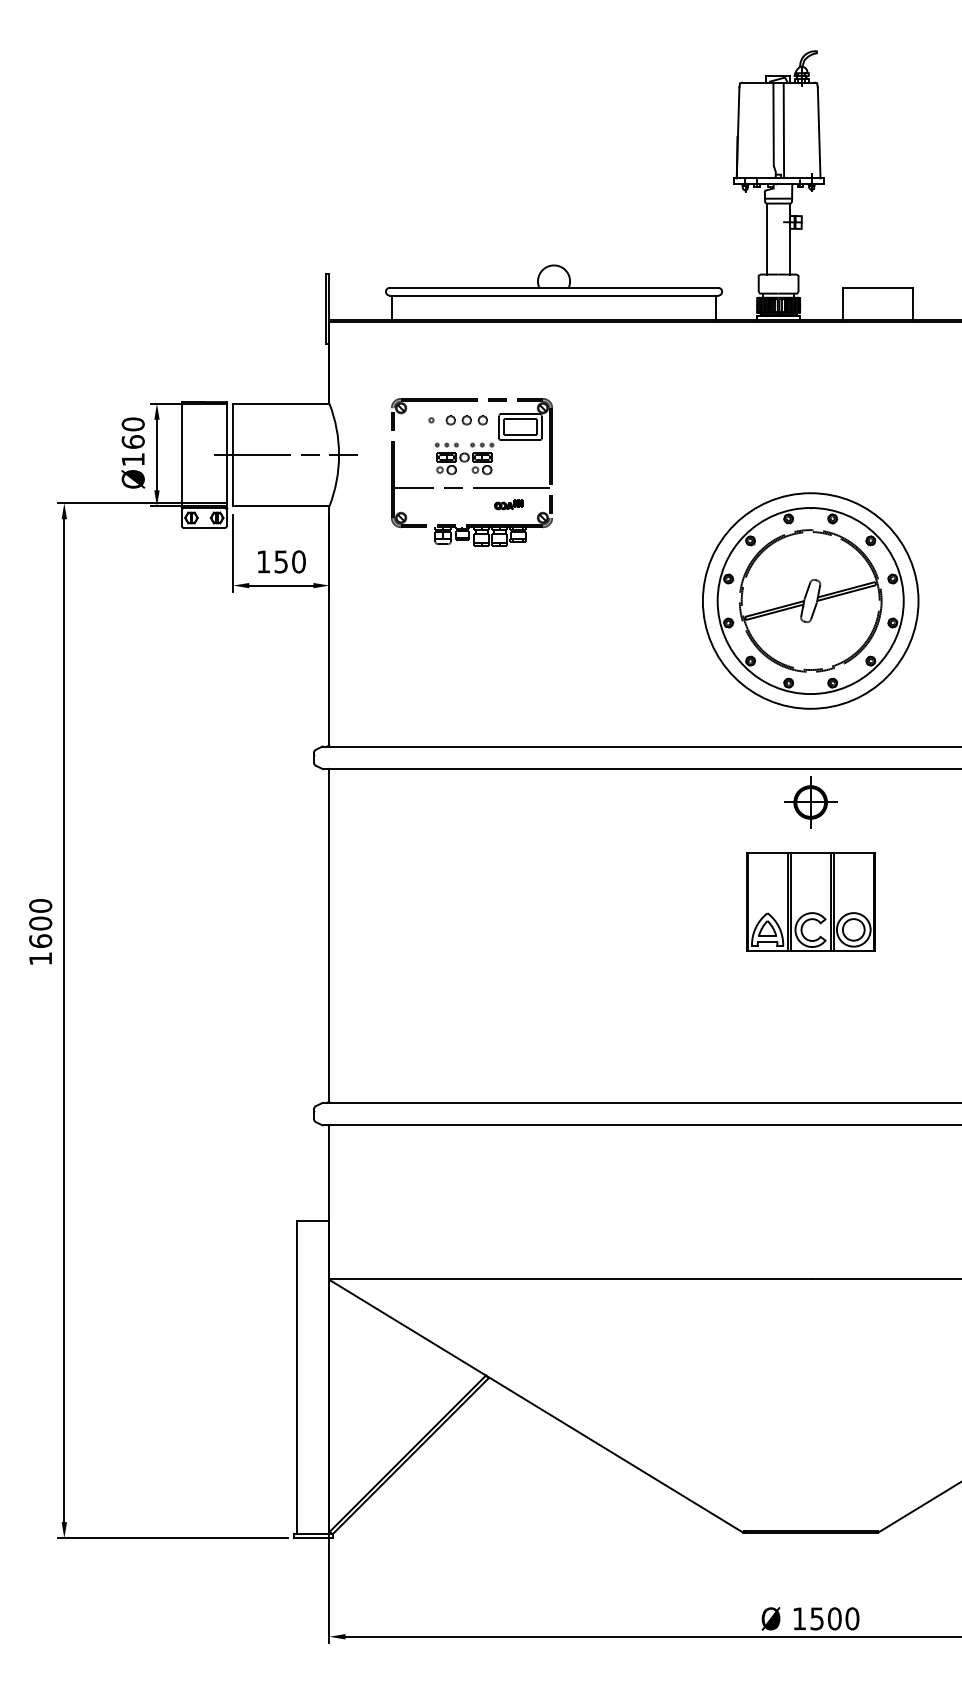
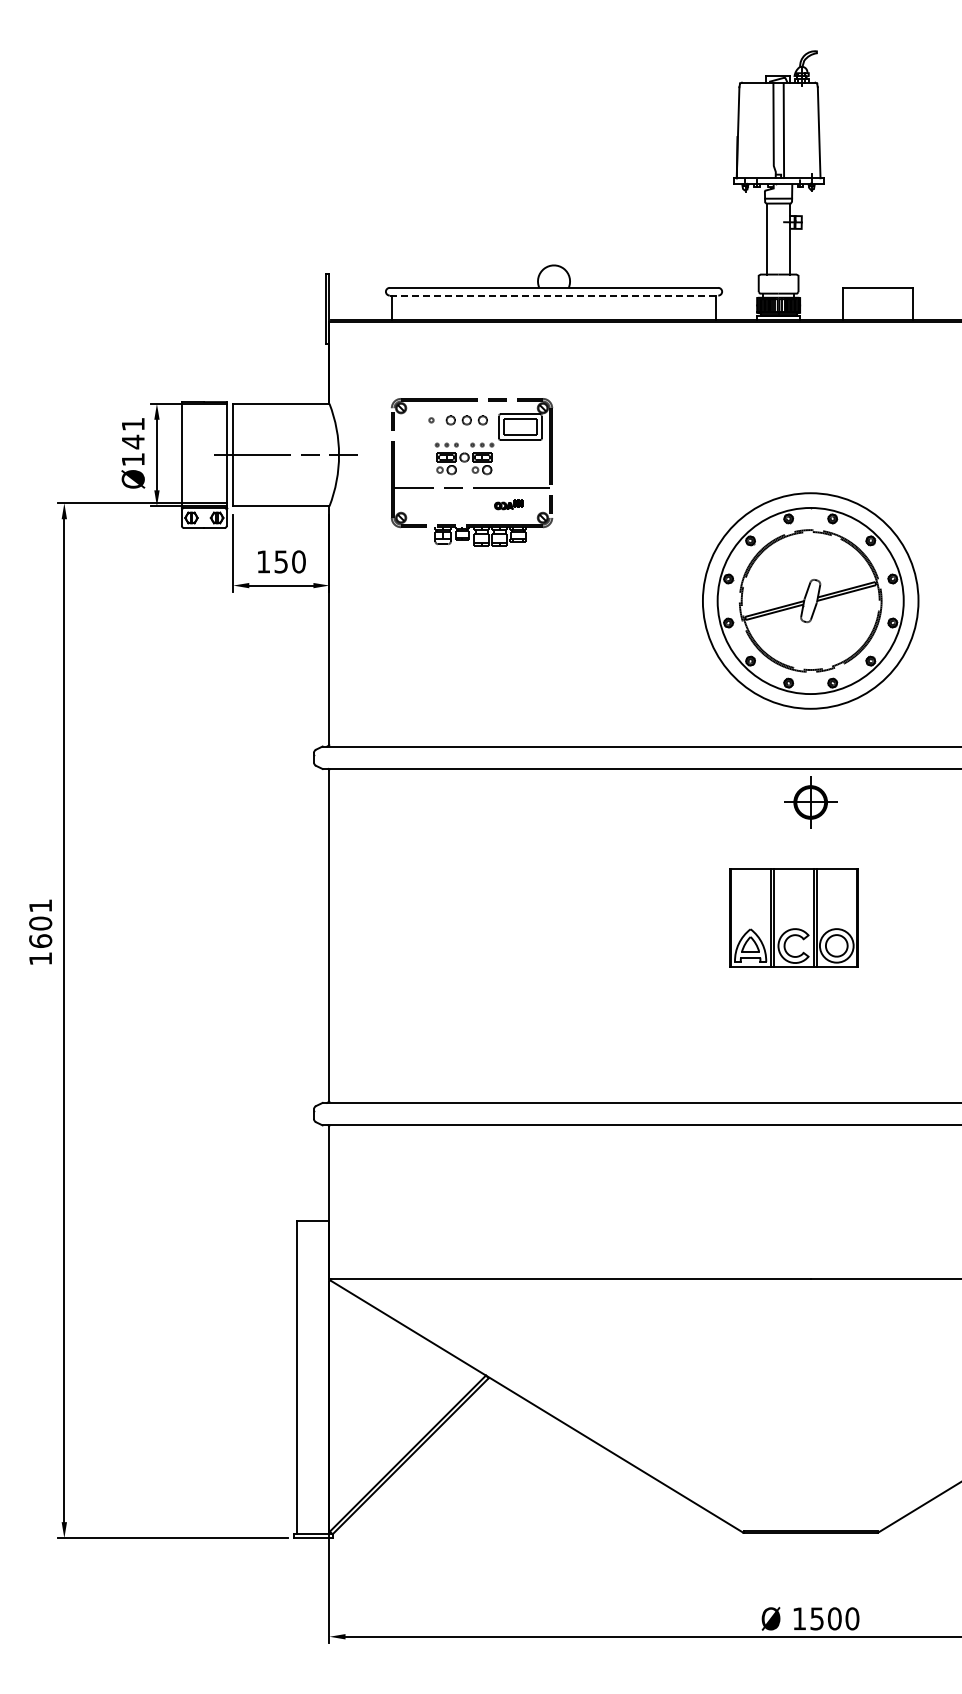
line at (554, 295): solid -> dashed
text at (132, 433): Ø160 -> Ø141
part at (810, 901) position: (810, 901) -> (793, 917)
text at (40, 905): 1600 -> 1601
